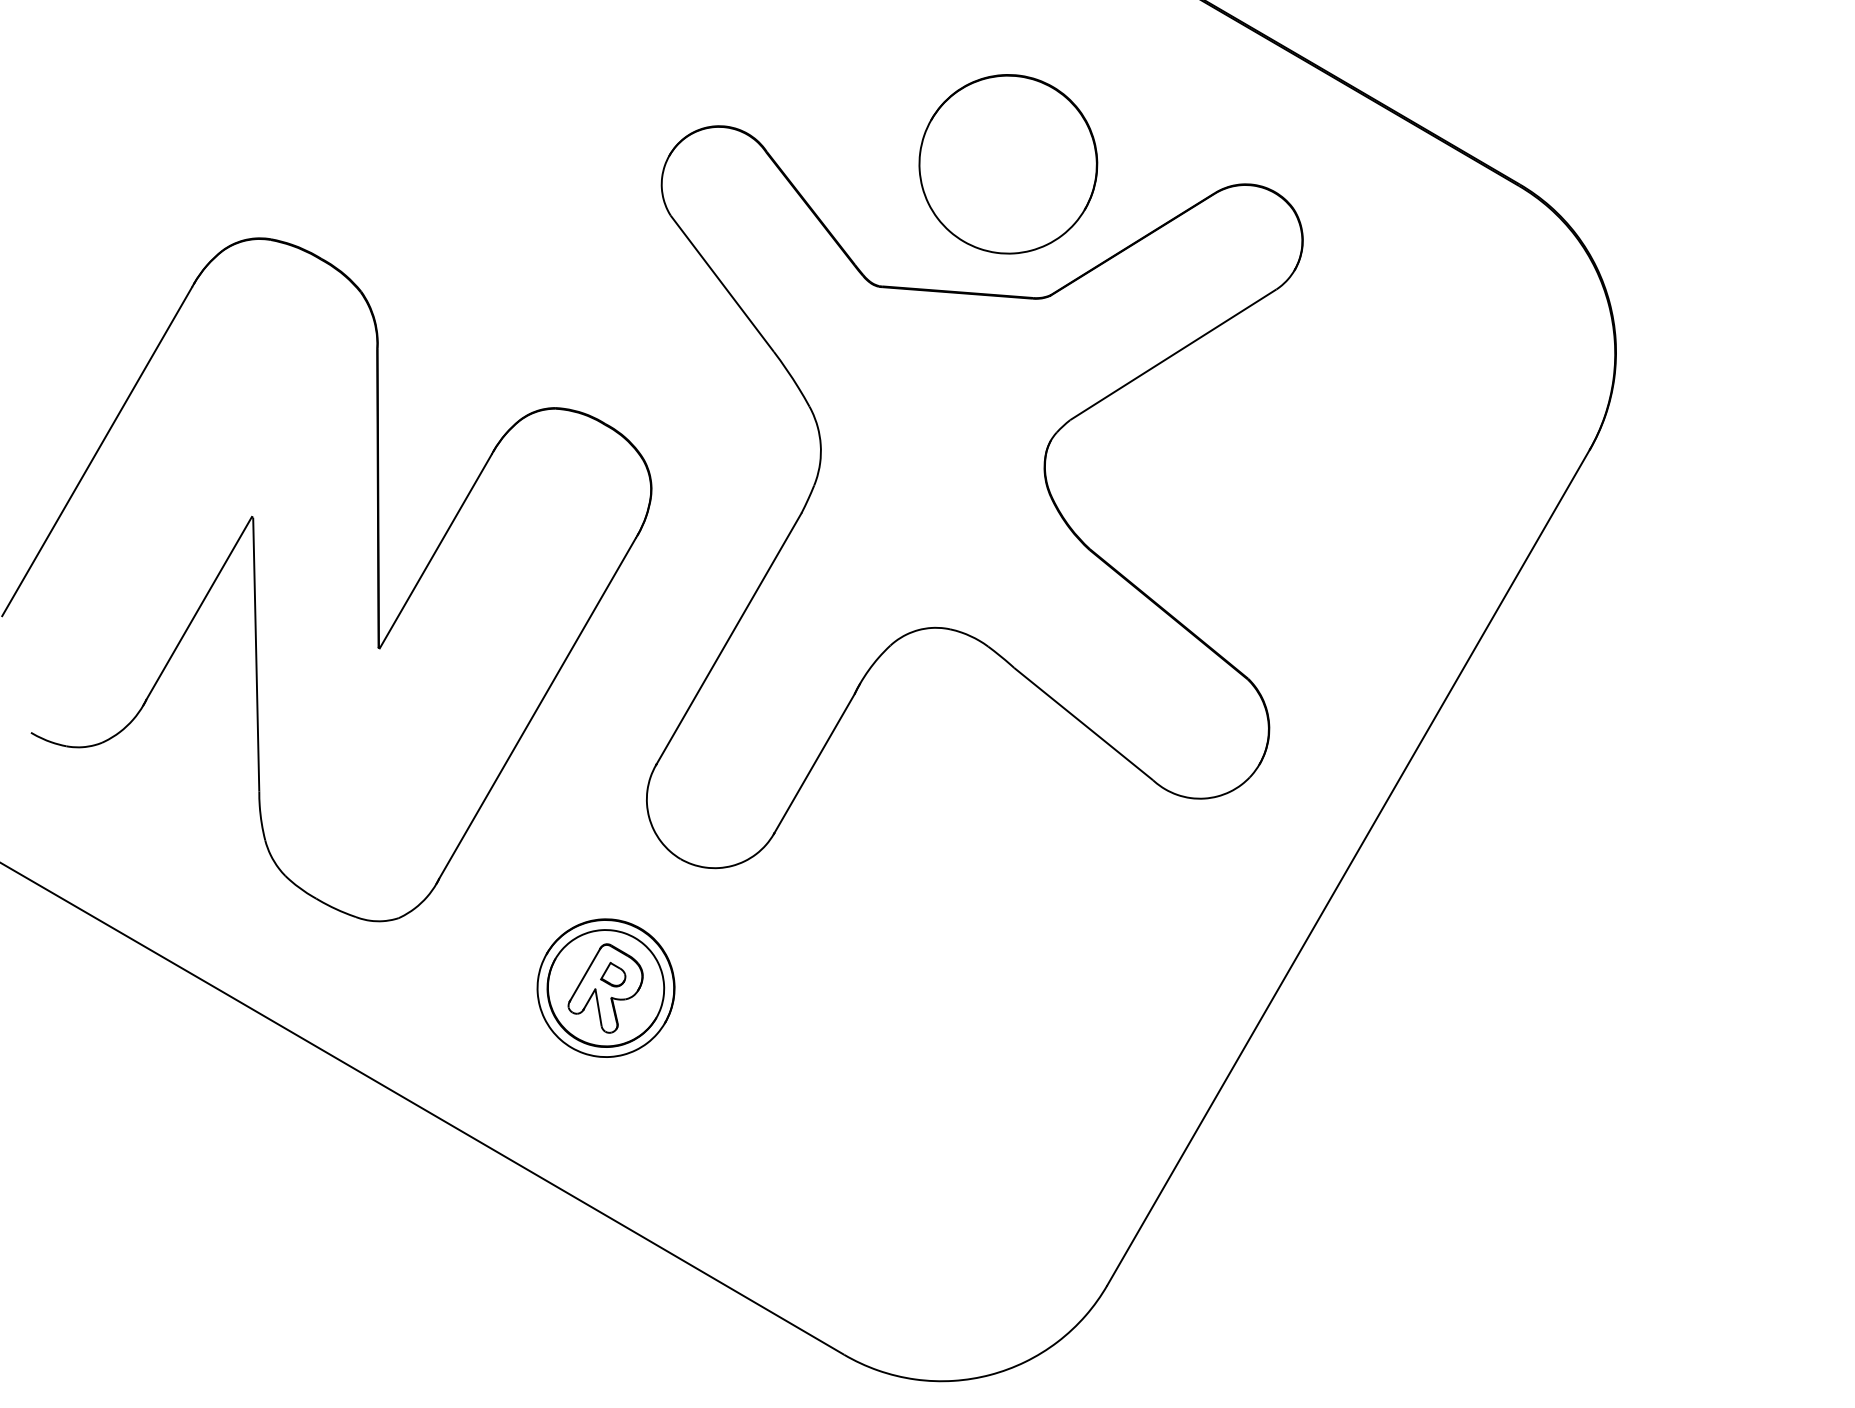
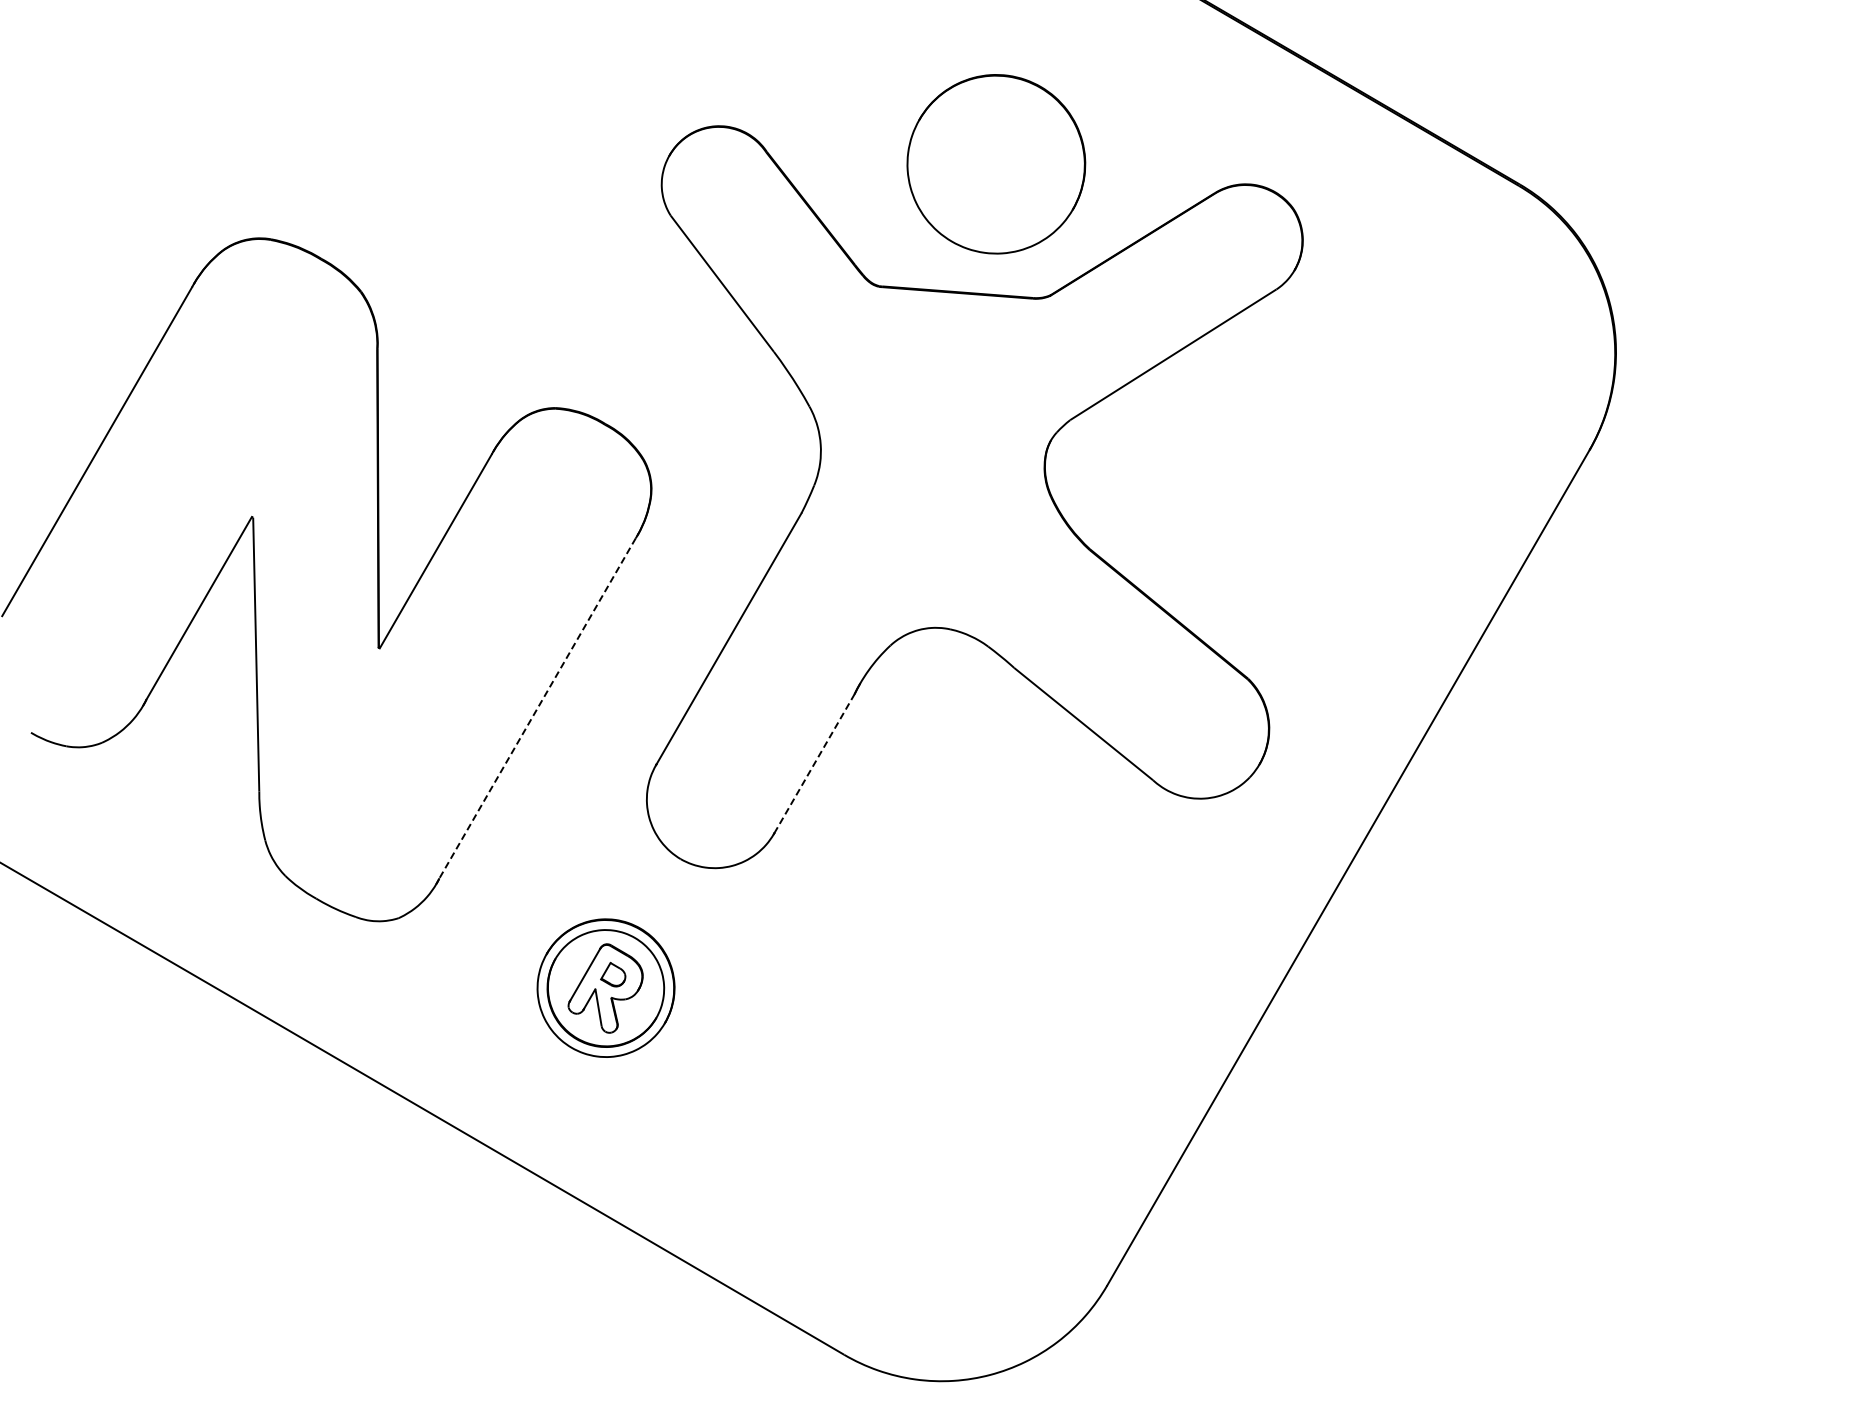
part at (1008, 164) position: (1008, 164) -> (996, 164)
line at (537, 708): solid -> dashed
line at (814, 763): solid -> dashed
